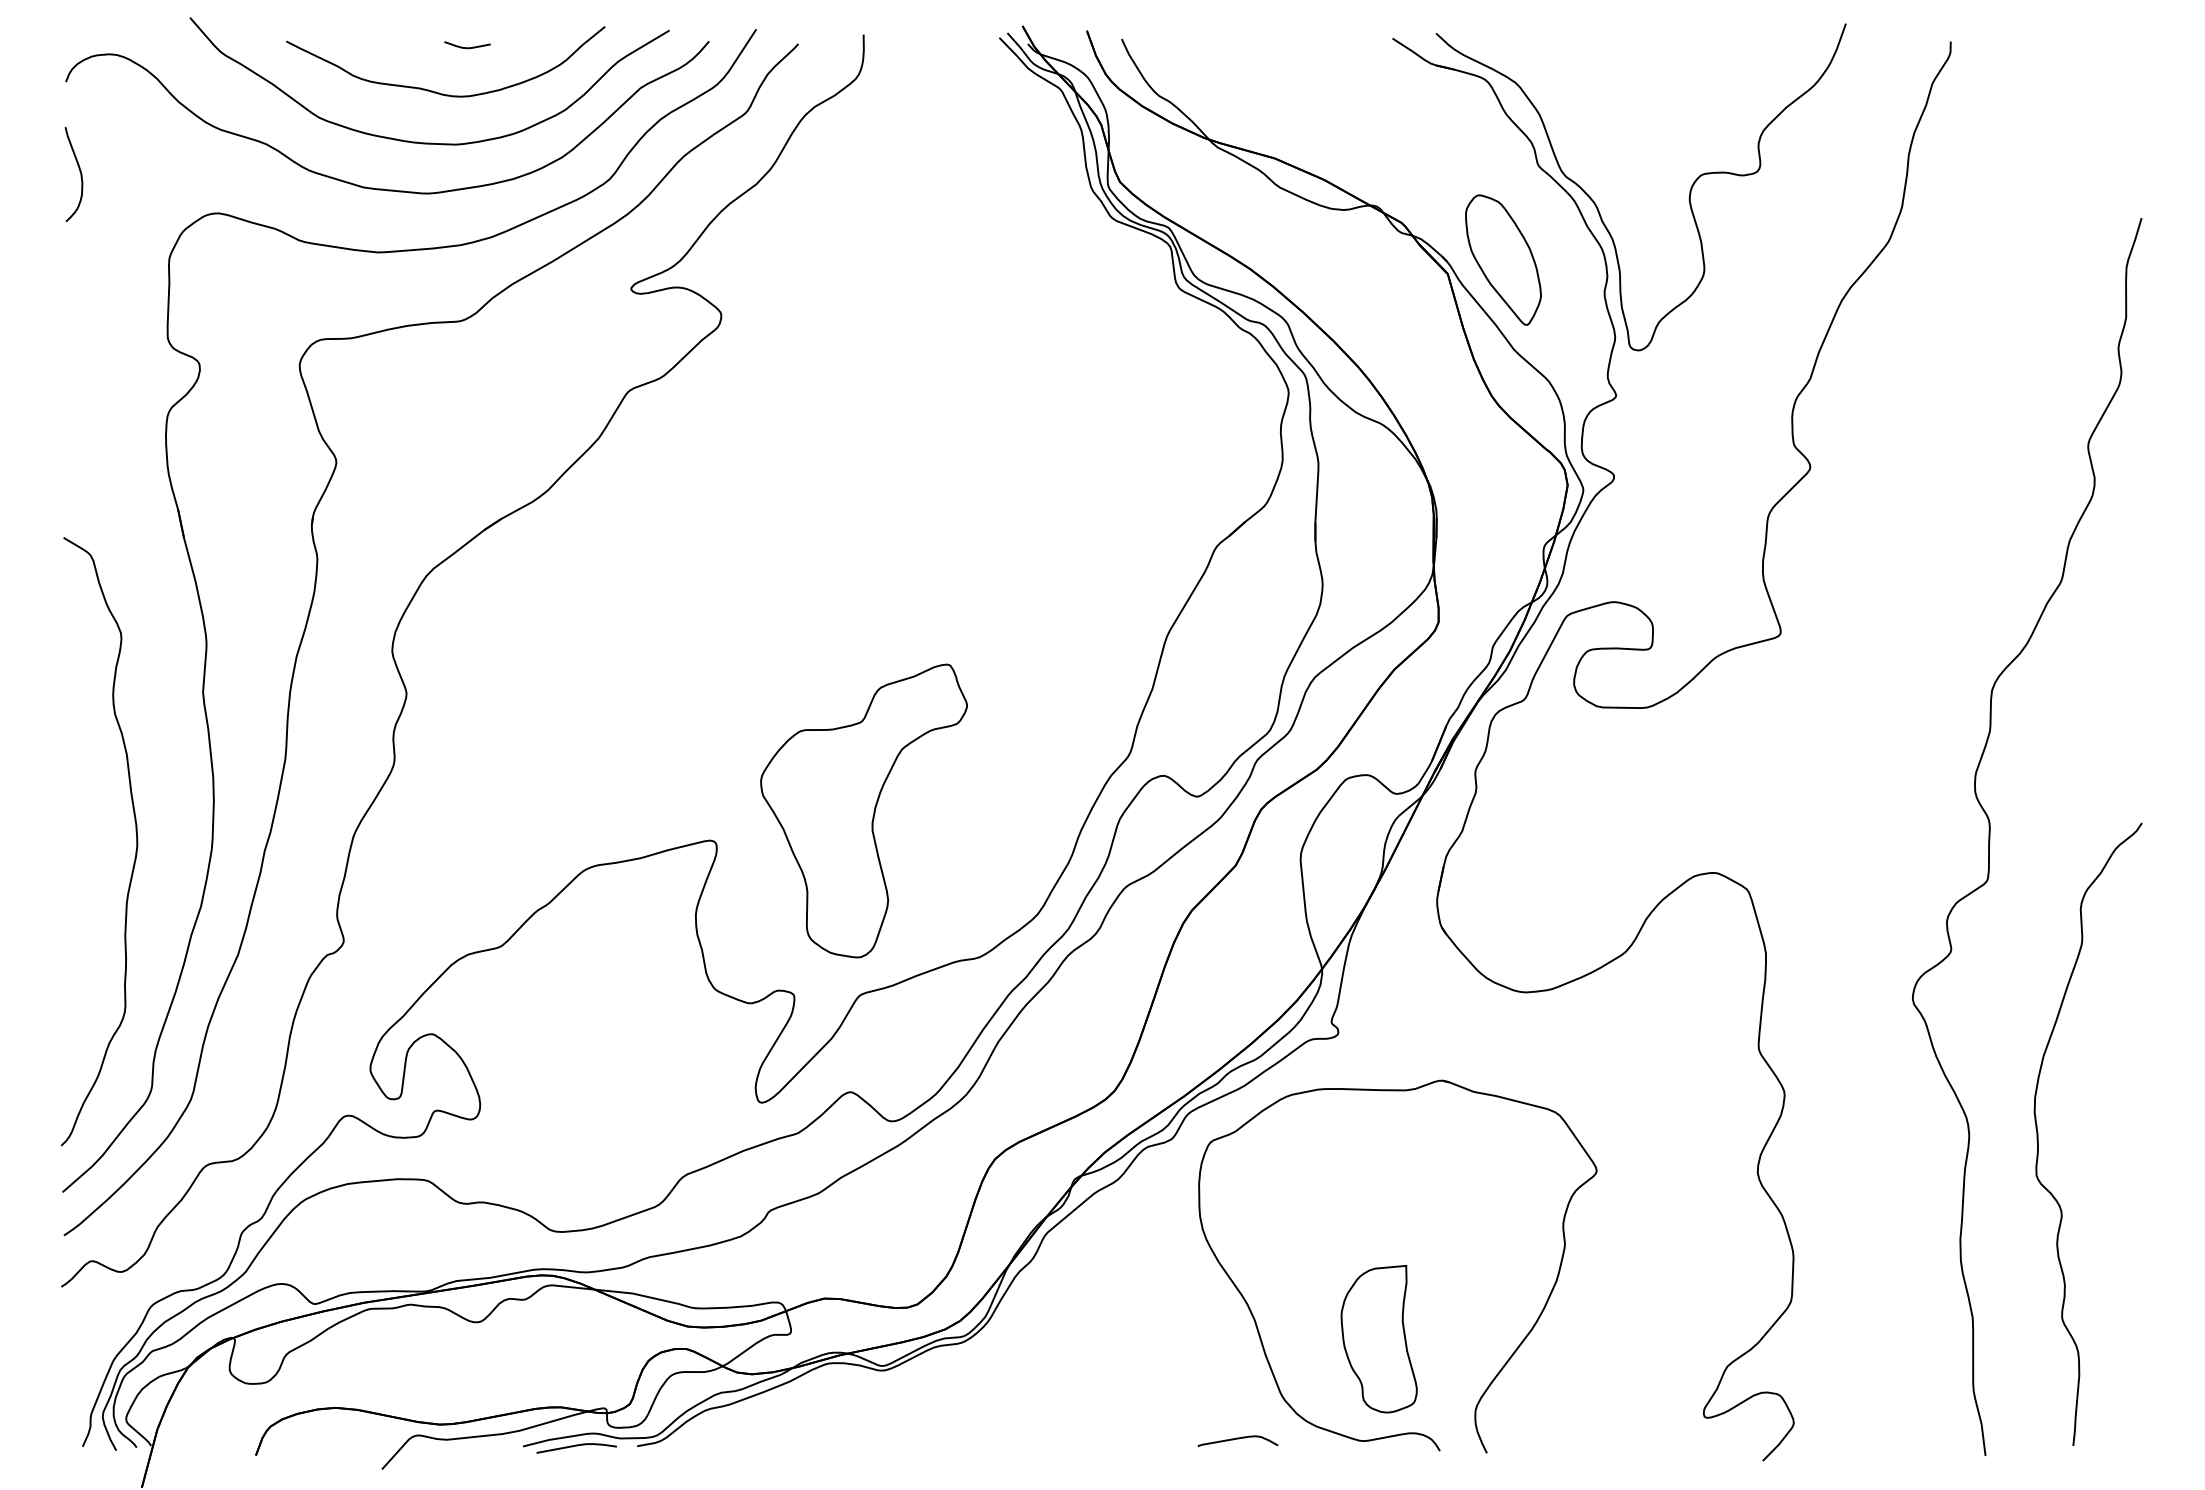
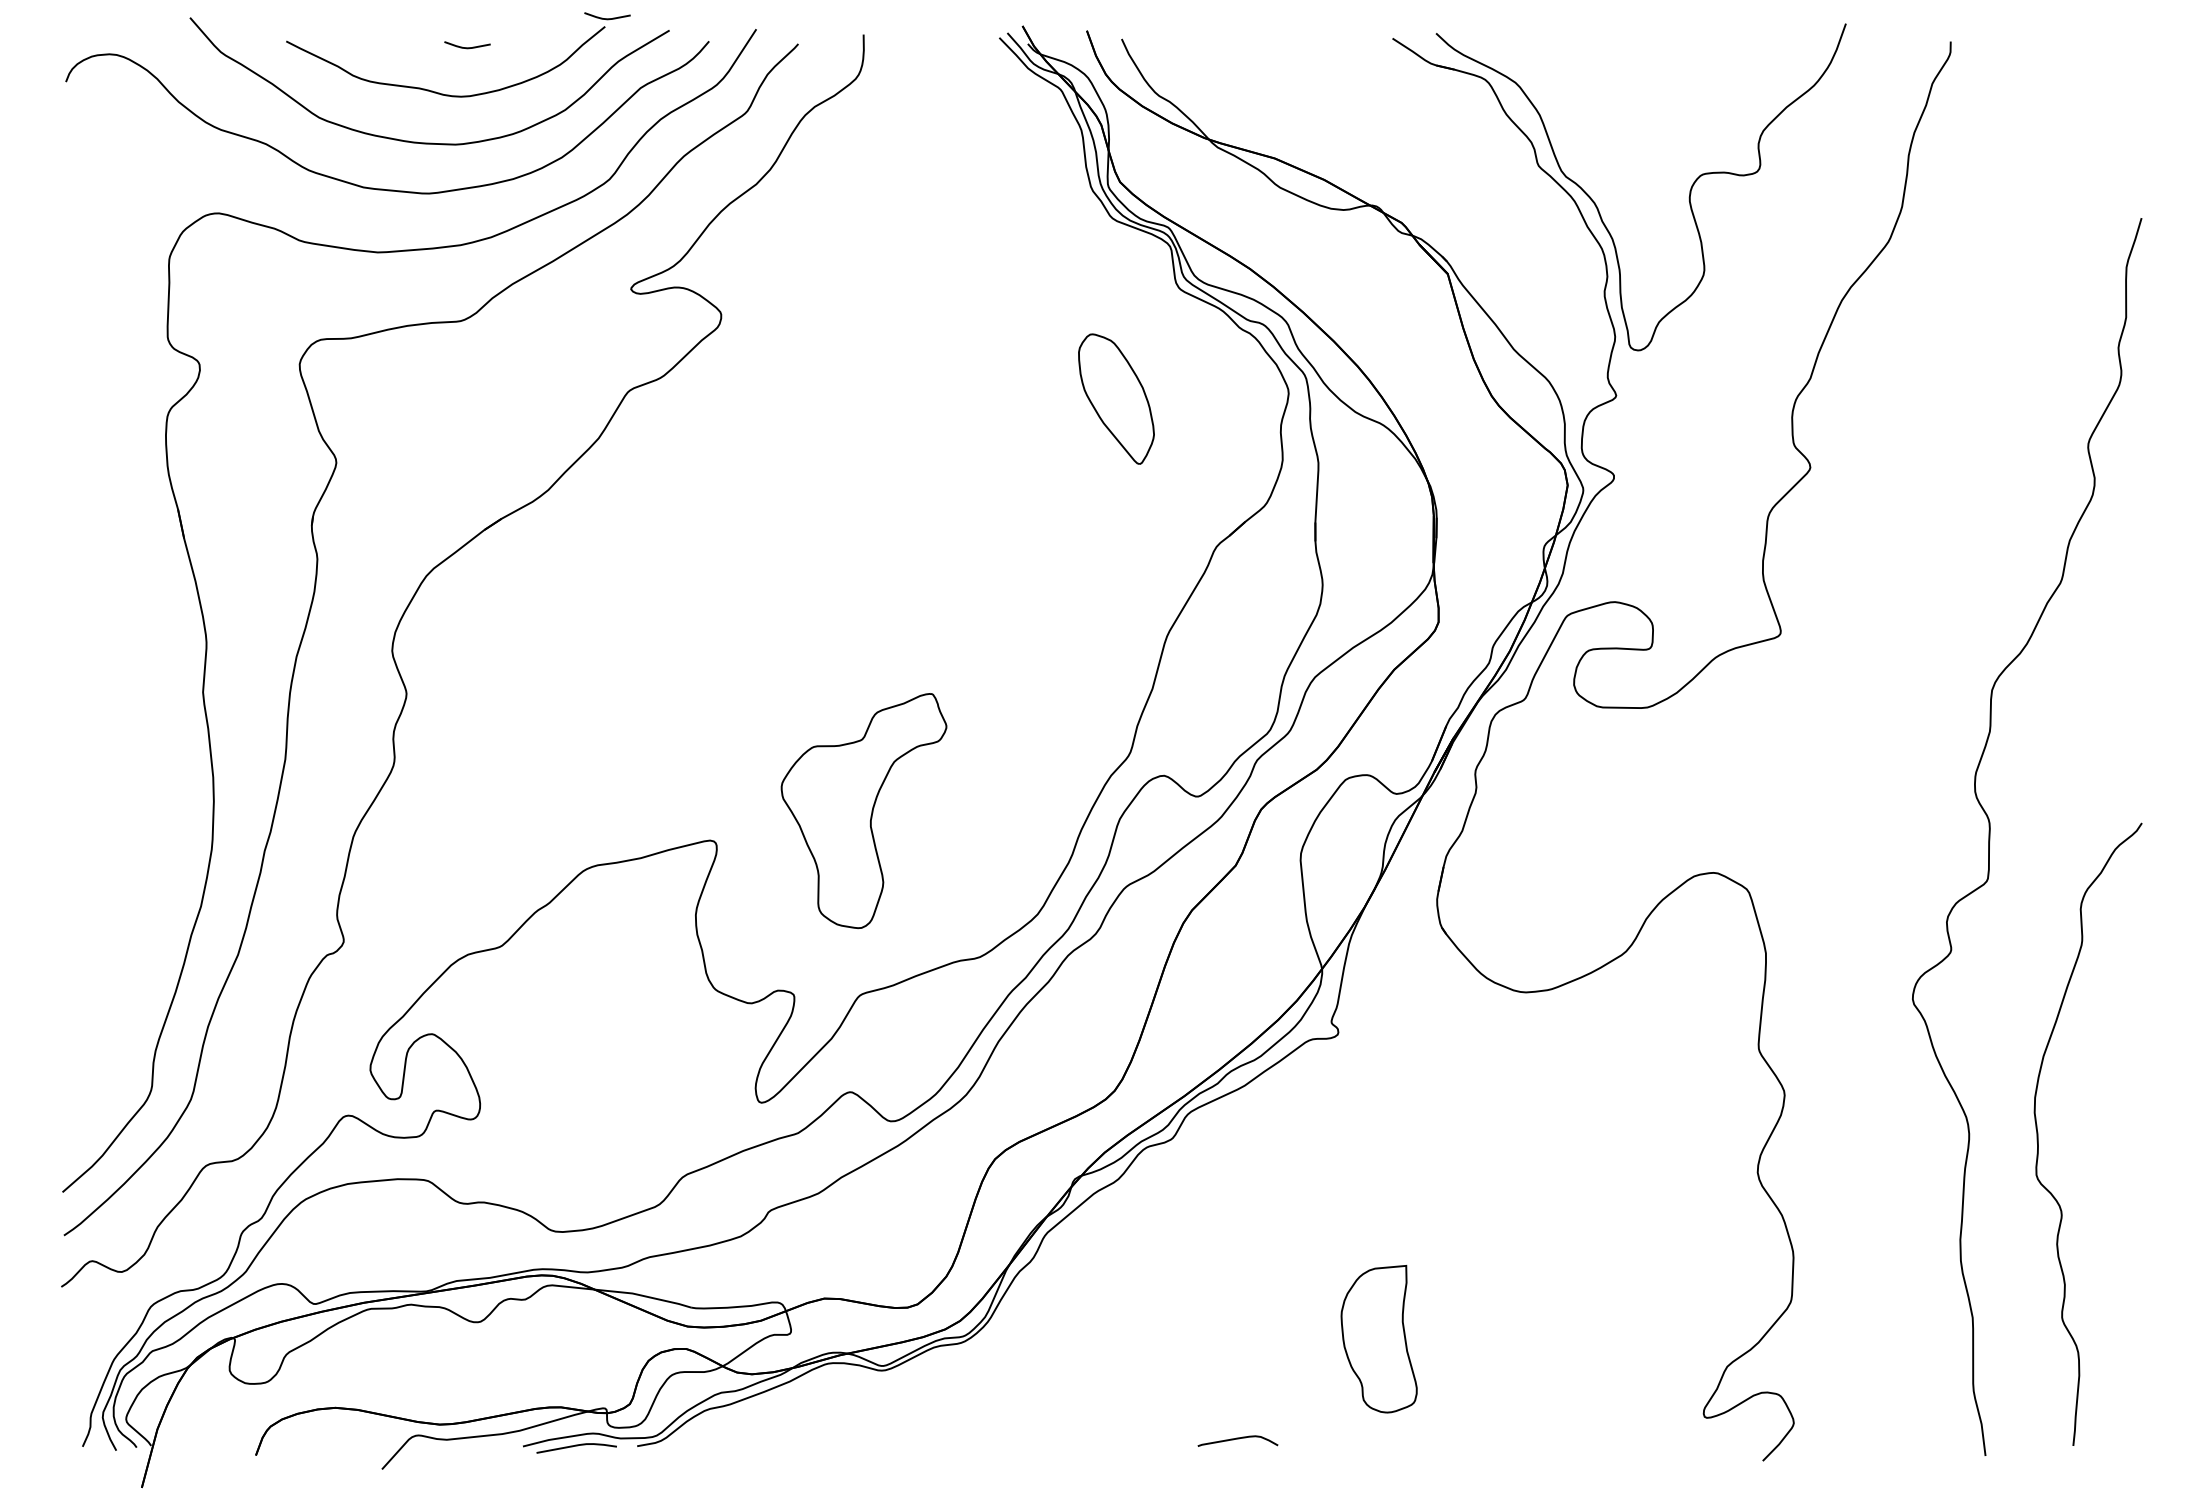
curve at (607, 18): none -> present
curve at (79, 171): present -> none
part at (1503, 259) position: (1503, 259) -> (1116, 398)
part at (863, 810) size: 208x296 px -> 168x237 px
curve at (136, 841): present -> none
part at (1511, 1354): present -> none
